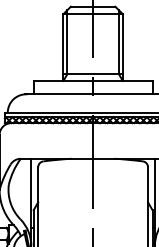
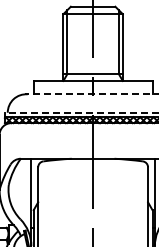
line at (91, 94): solid -> dashed
line at (81, 112): solid -> dashed
